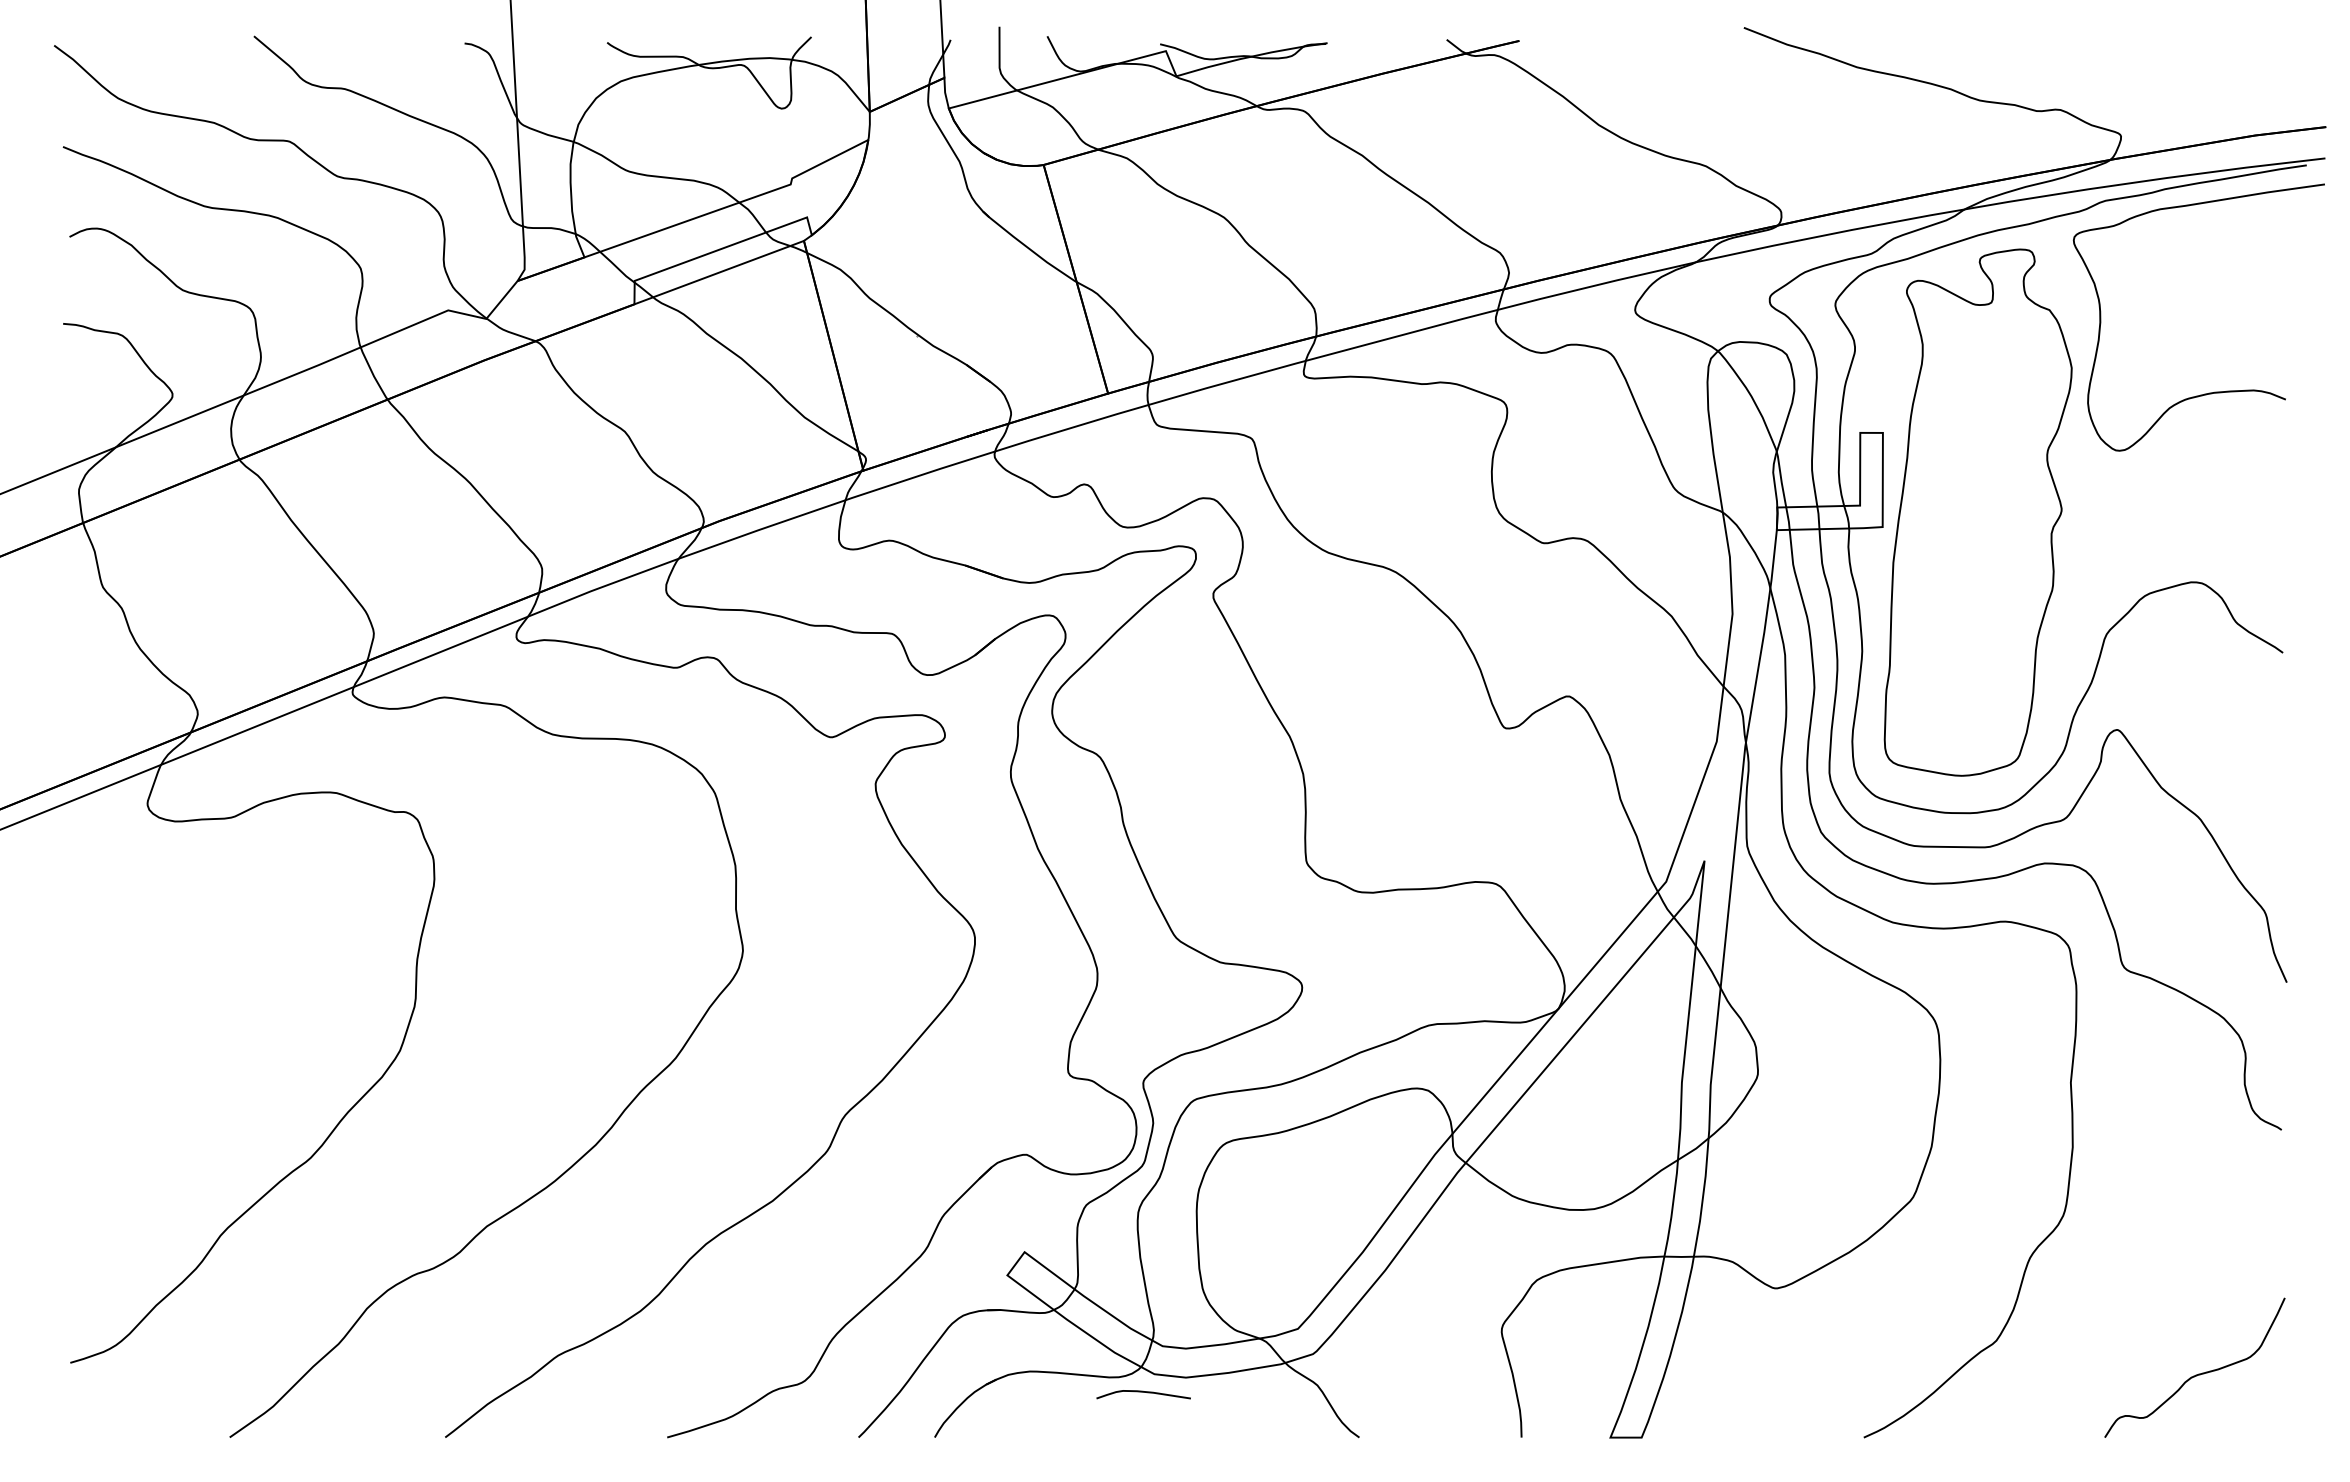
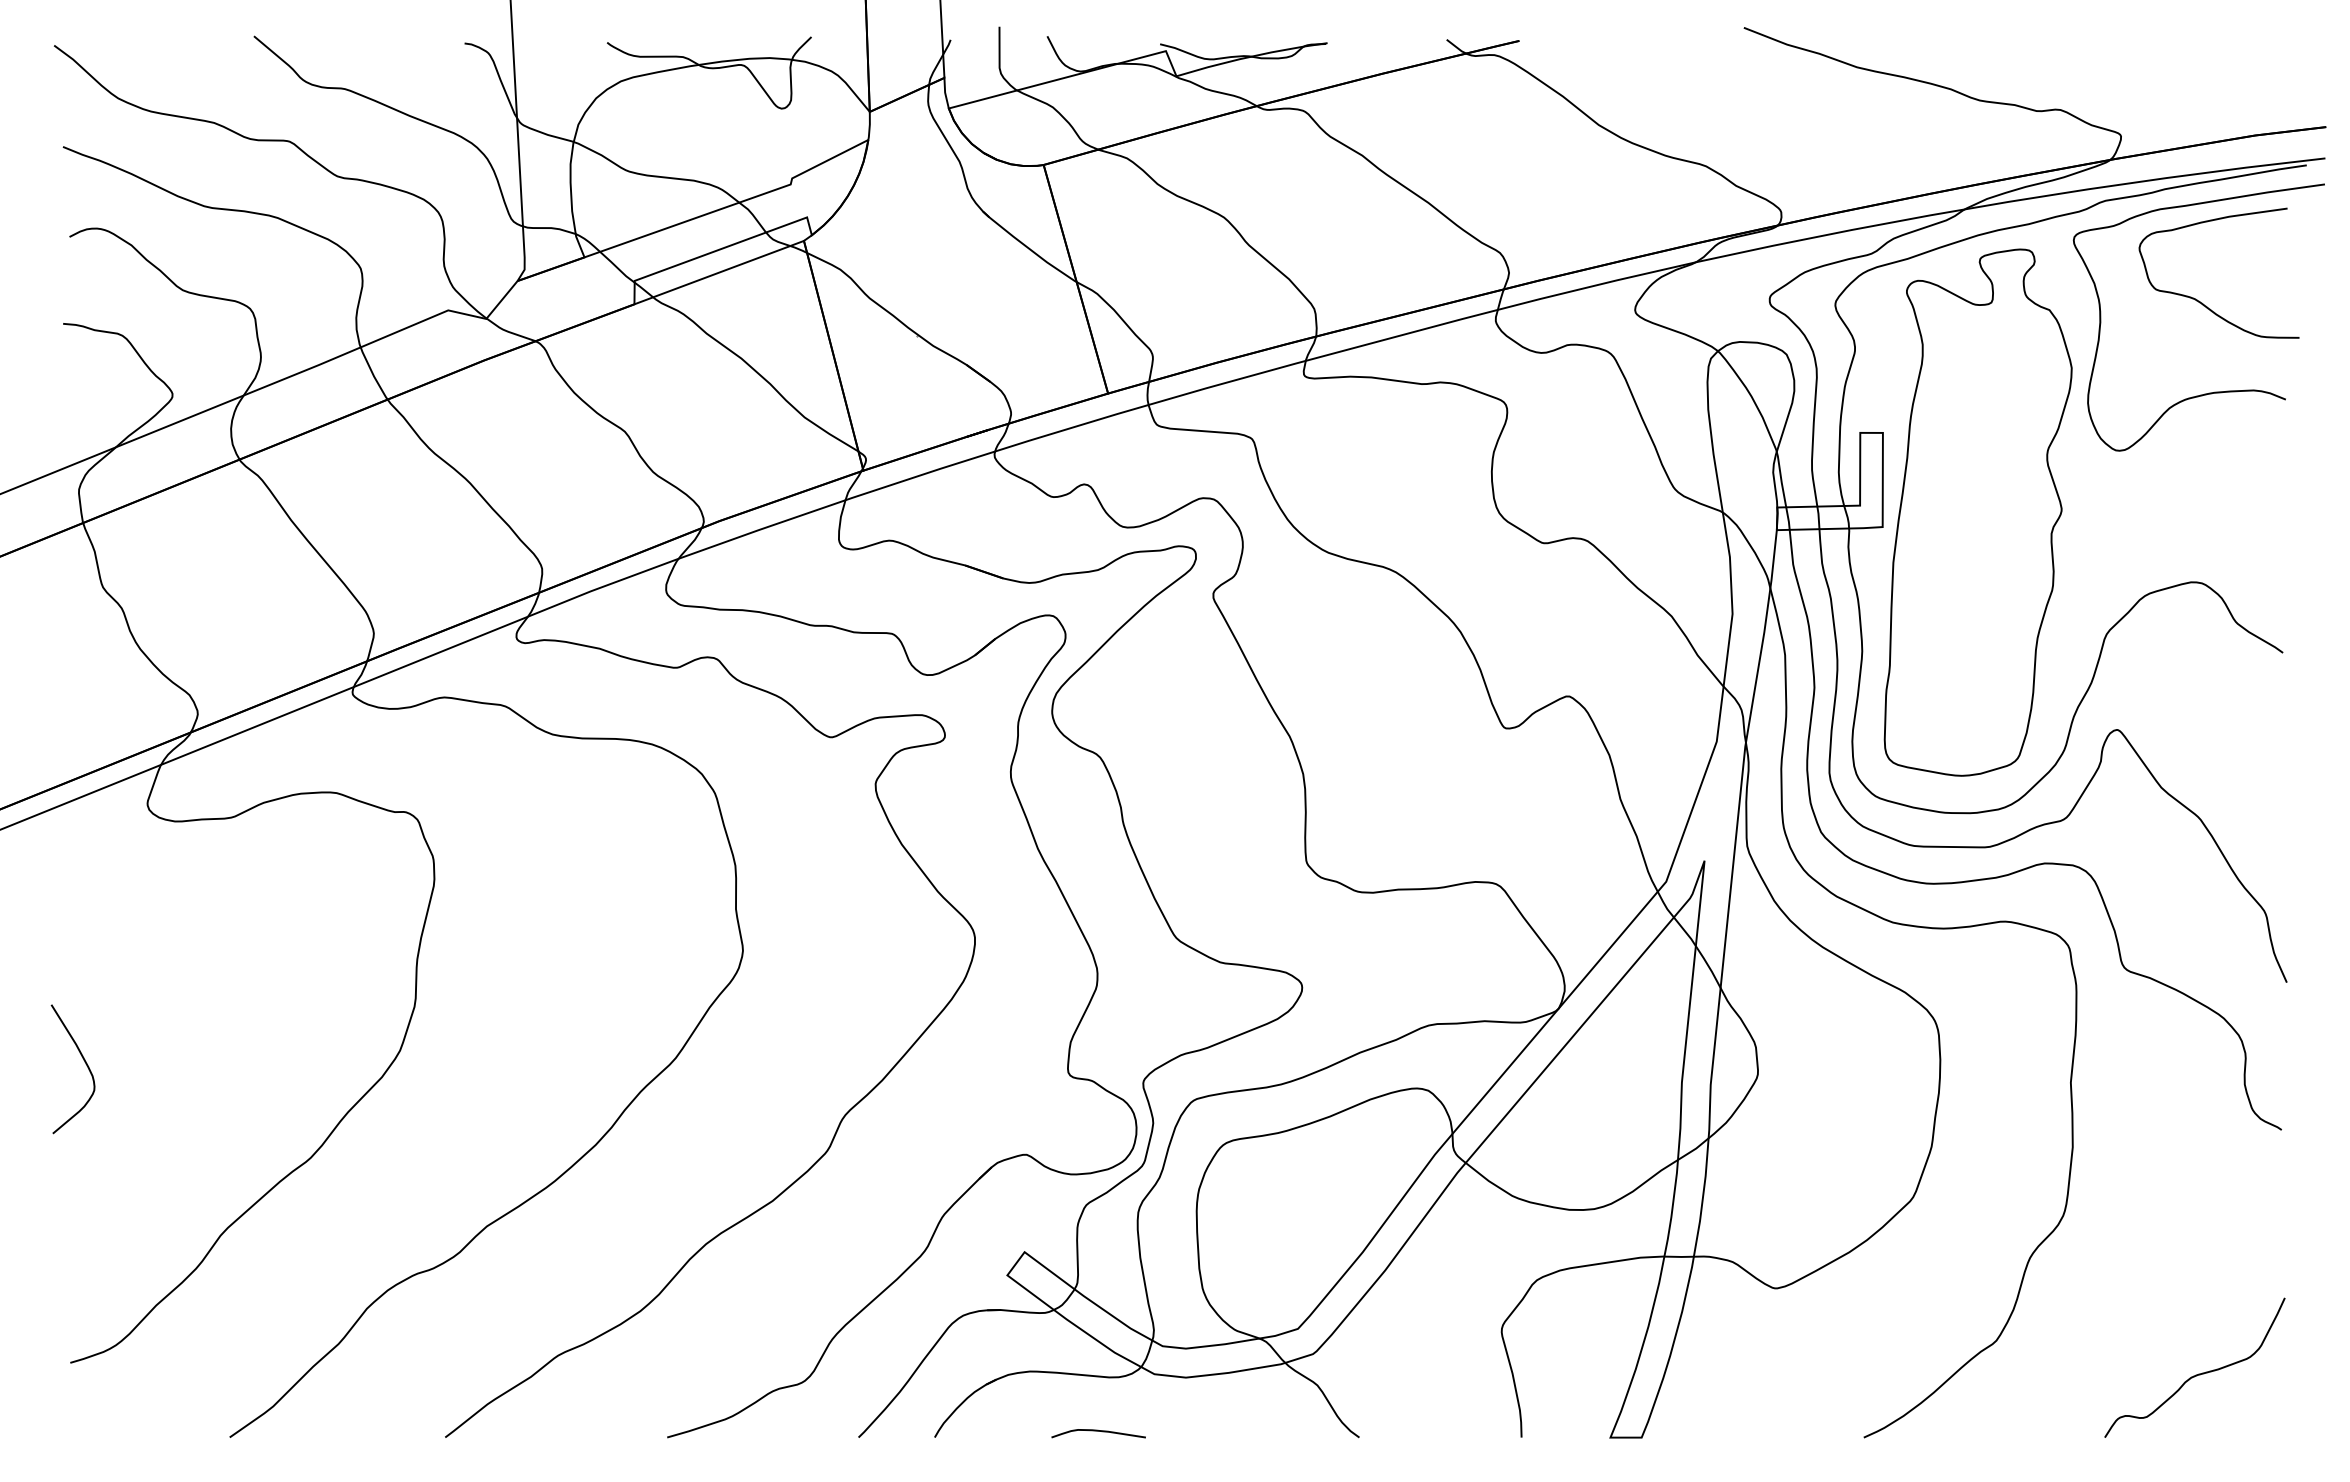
curve at (2199, 300): none -> present
curve at (84, 1062): none -> present
curve at (1143, 1392) position: (1143, 1392) -> (1098, 1431)
